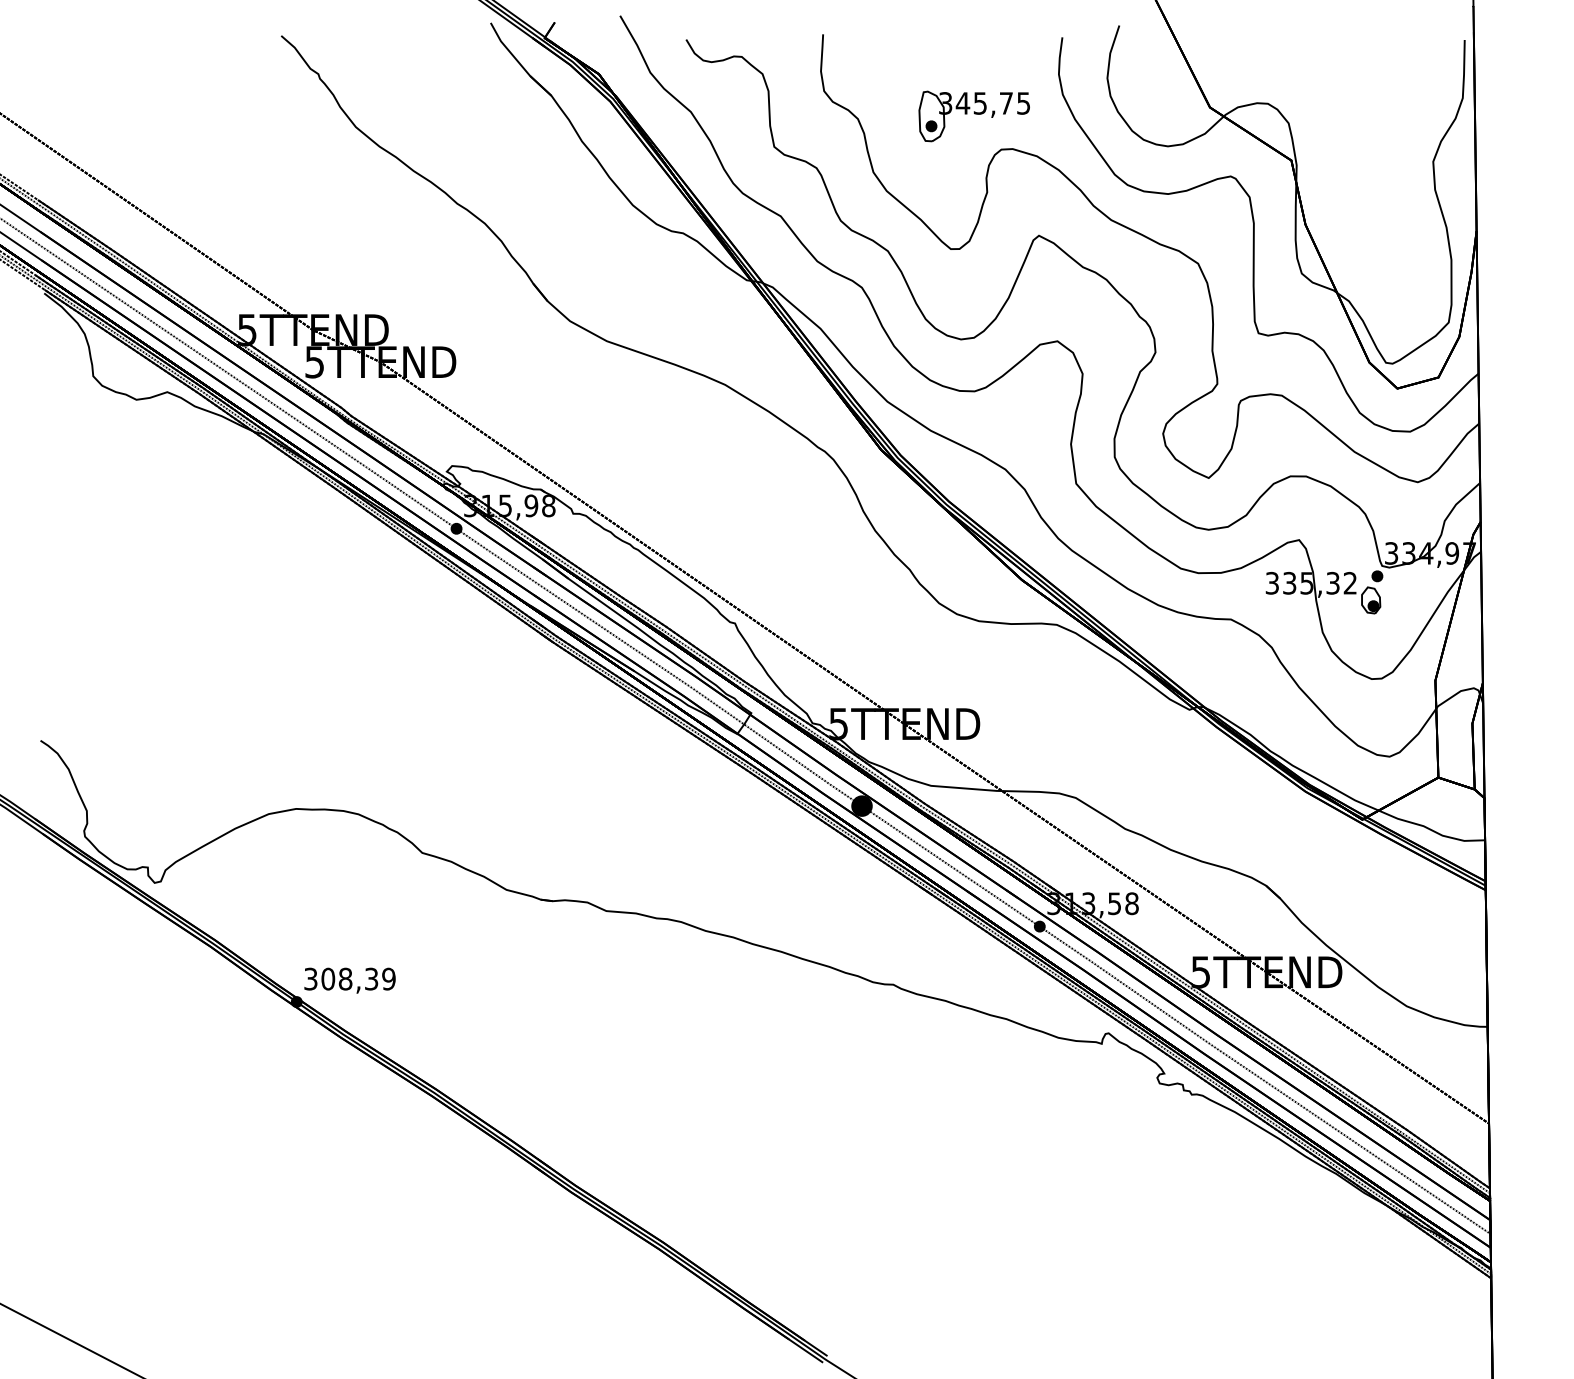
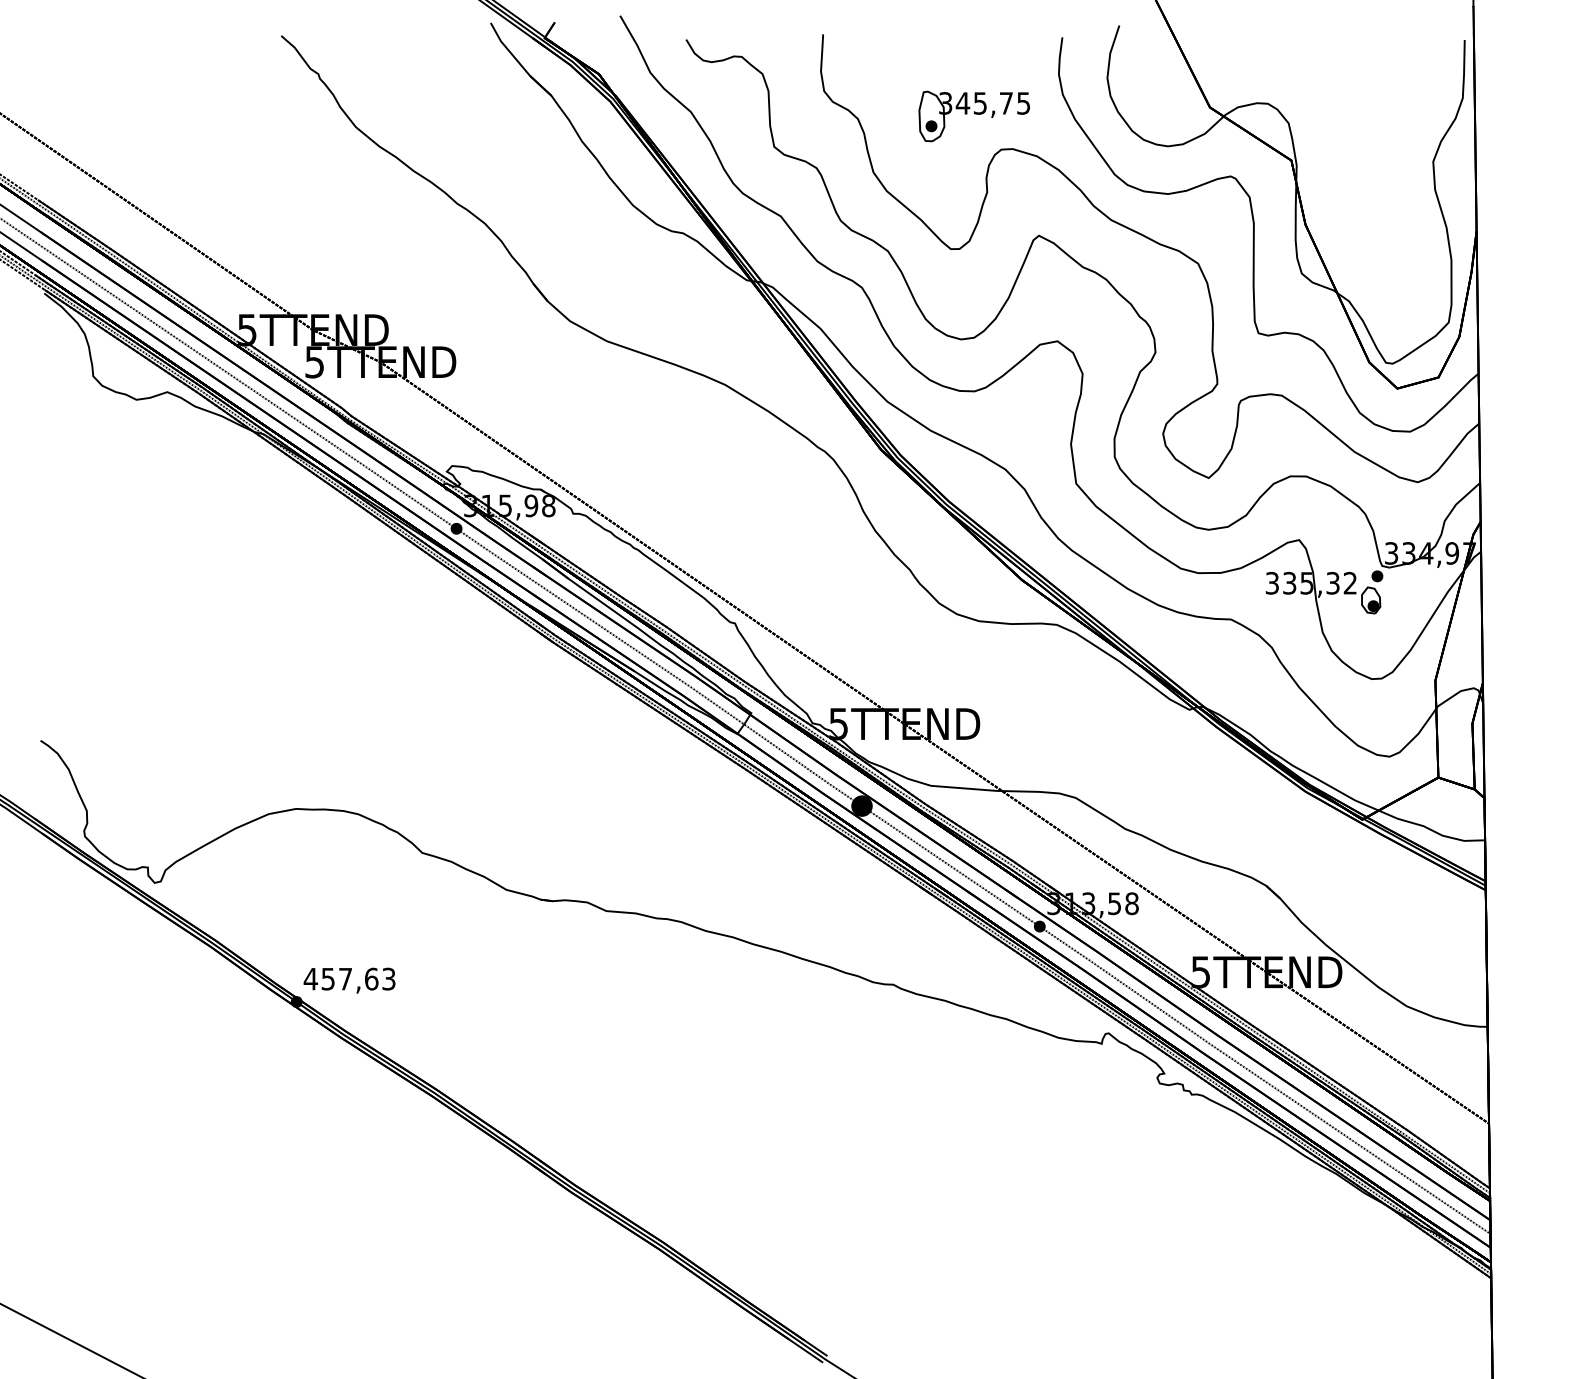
text at (349, 978): 308,39 -> 457,63
